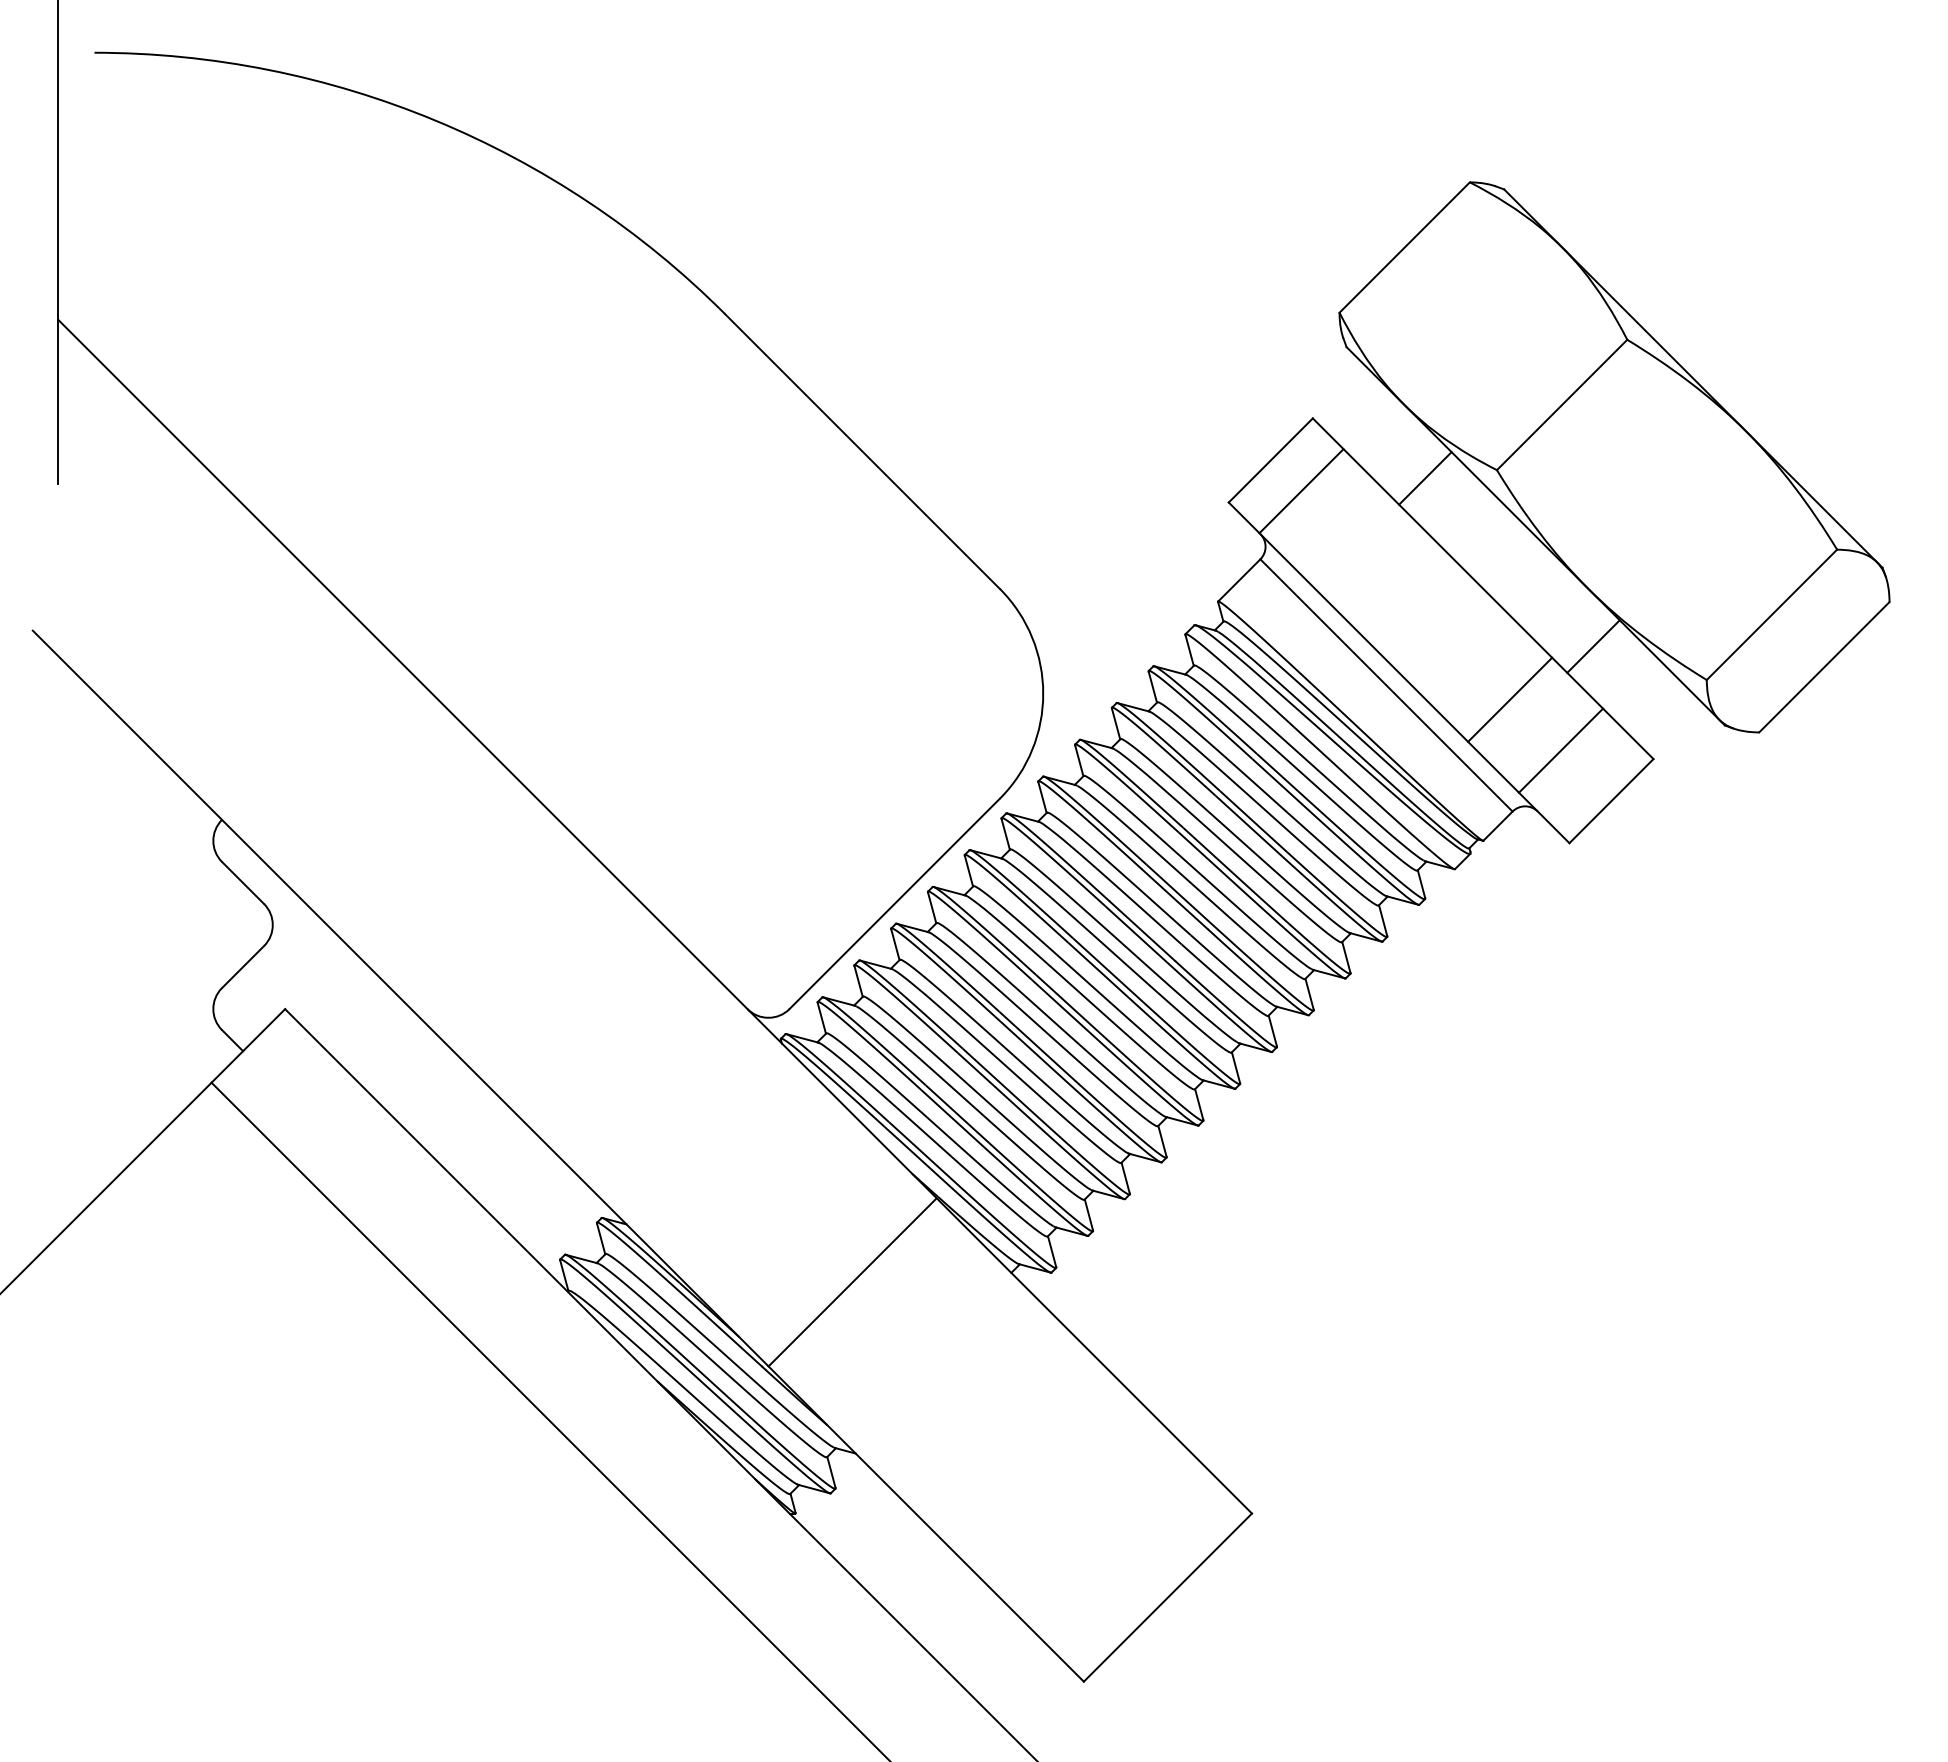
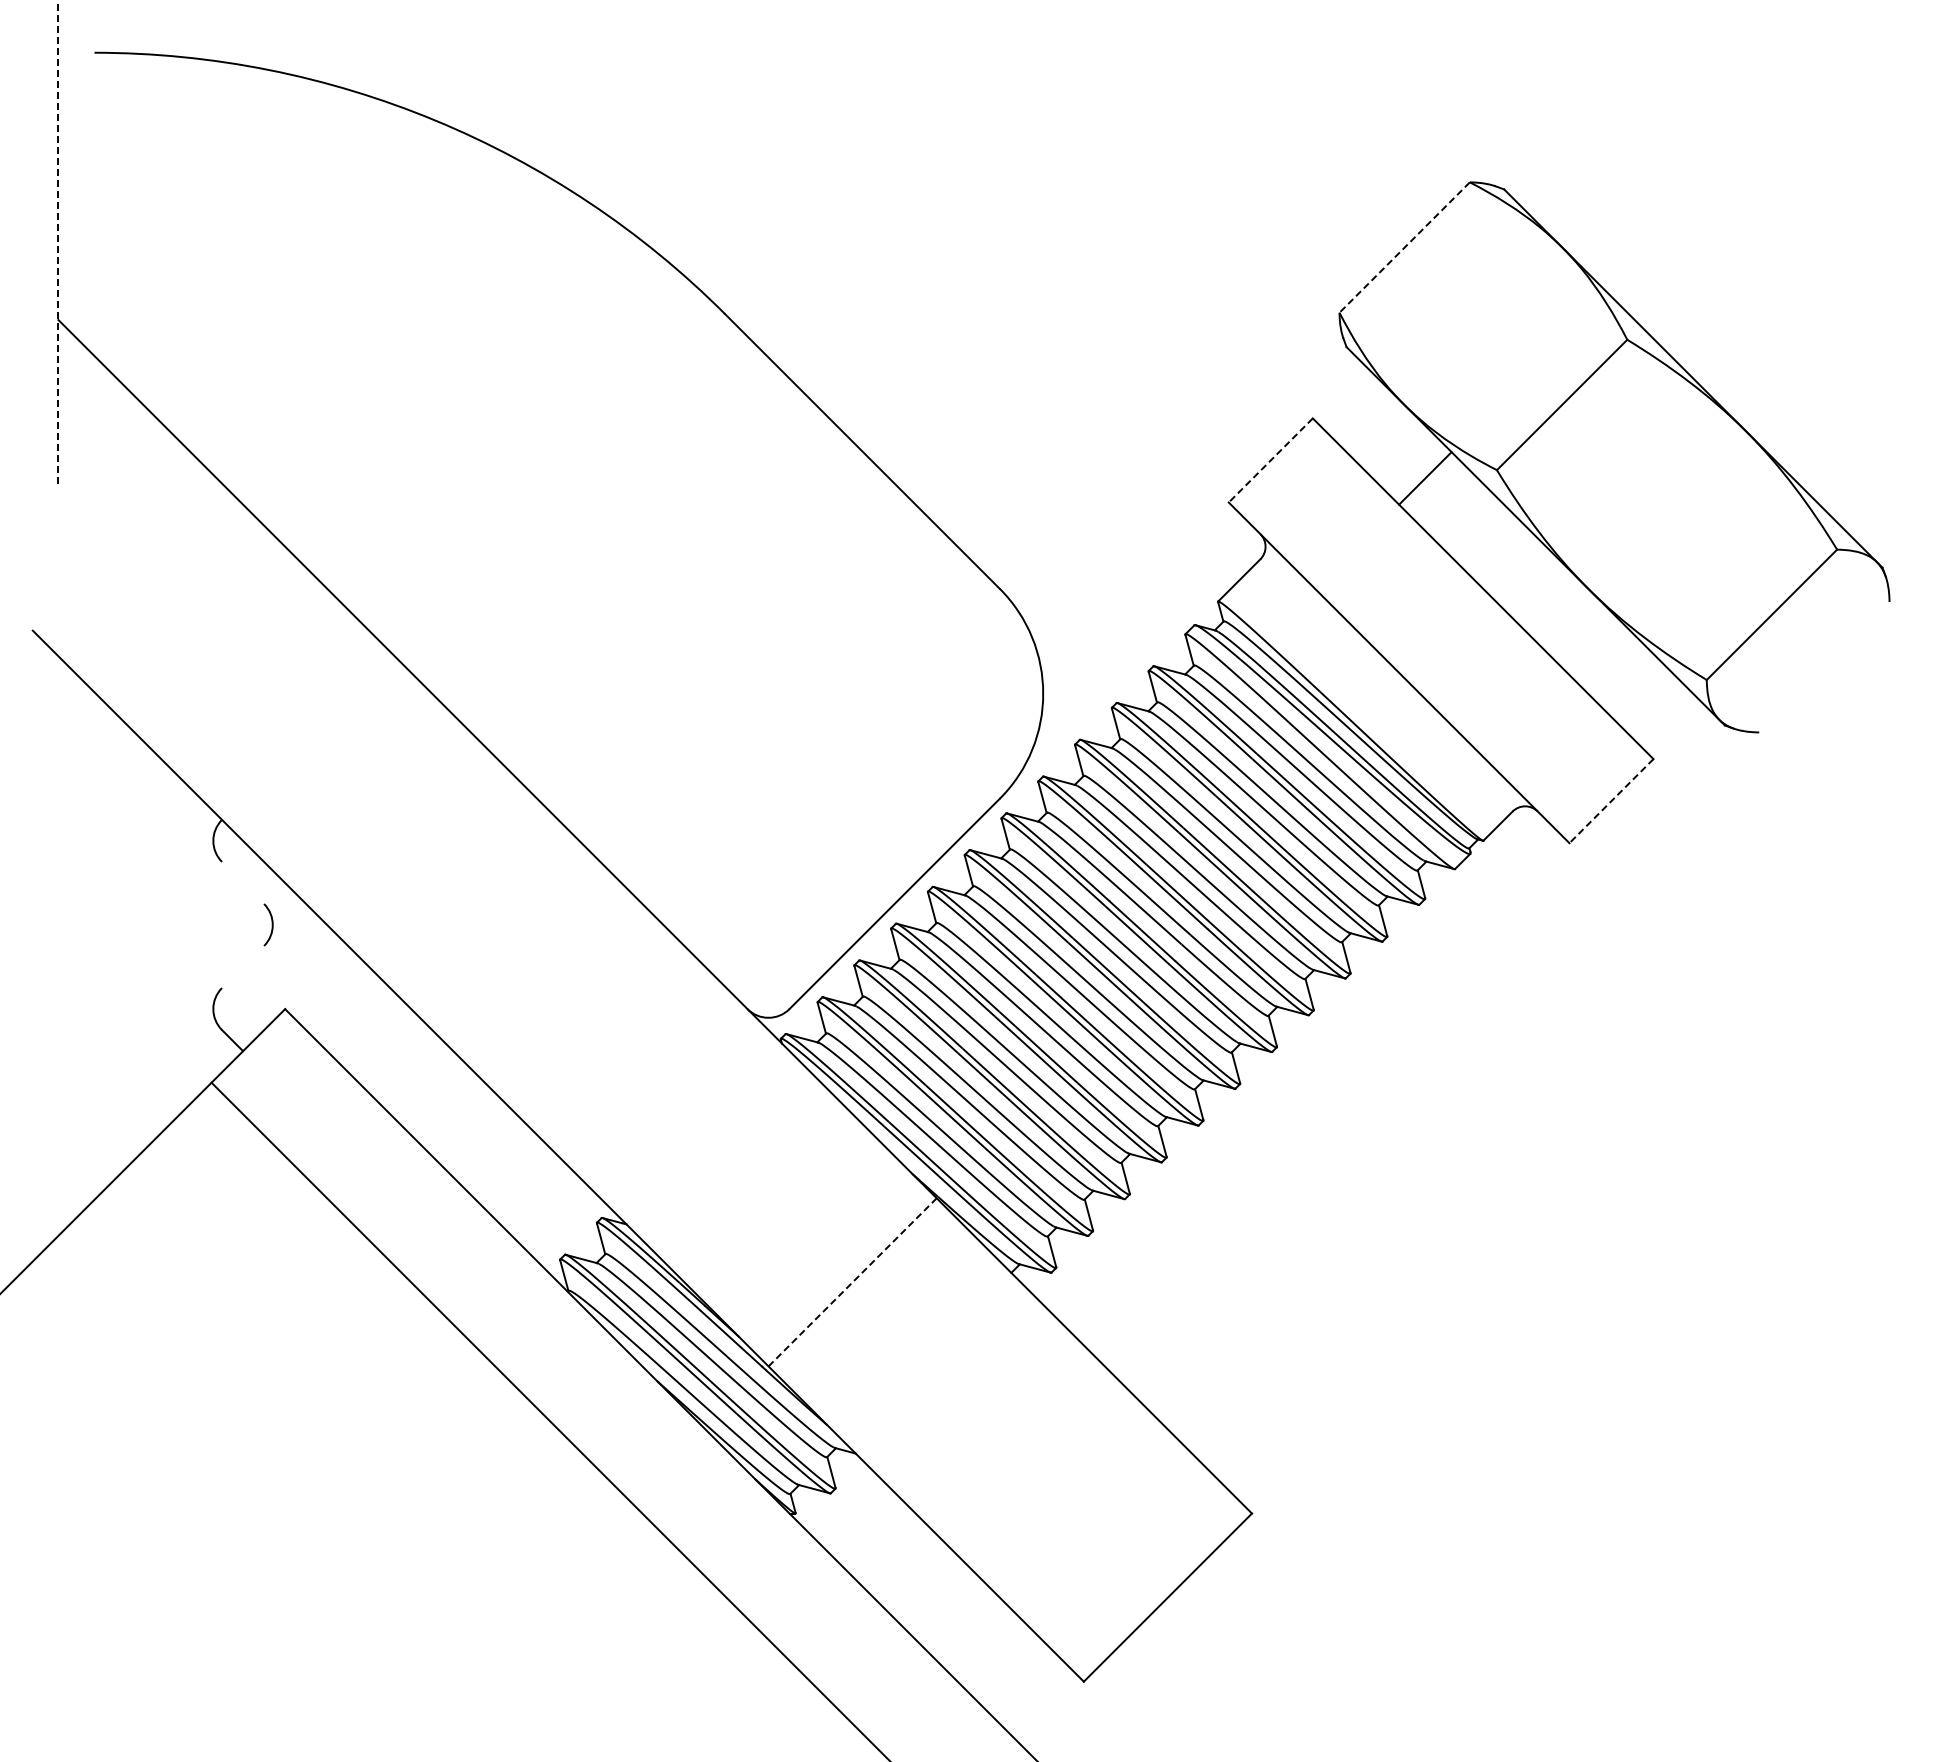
line at (58, 241): solid -> dashed
line at (1404, 247): solid -> dashed
line at (1270, 460): solid -> dashed
line at (1301, 491): present -> none
line at (1593, 646): present -> none
line at (1824, 667): present -> none
line at (1386, 685): present -> none
line at (1510, 699): present -> none
line at (1560, 750): present -> none
line at (1611, 801): solid -> dashed
line at (243, 882): present -> none
line at (243, 967): present -> none
line at (852, 1282): solid -> dashed
